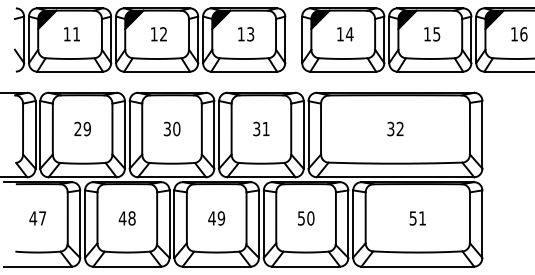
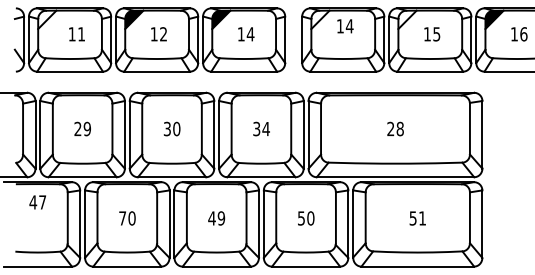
fill at (47, 19): present -> none
fill at (320, 19): present -> none
fill at (407, 19): present -> none
text at (71, 34) position: (71, 34) -> (76, 34)
text at (250, 34): 13 -> 14
text at (345, 34) position: (345, 34) -> (345, 26)
text at (265, 129): 31 -> 34
text at (395, 129): 32 -> 28
text at (37, 218) position: (37, 218) -> (37, 202)
text at (126, 218): 48 -> 70
